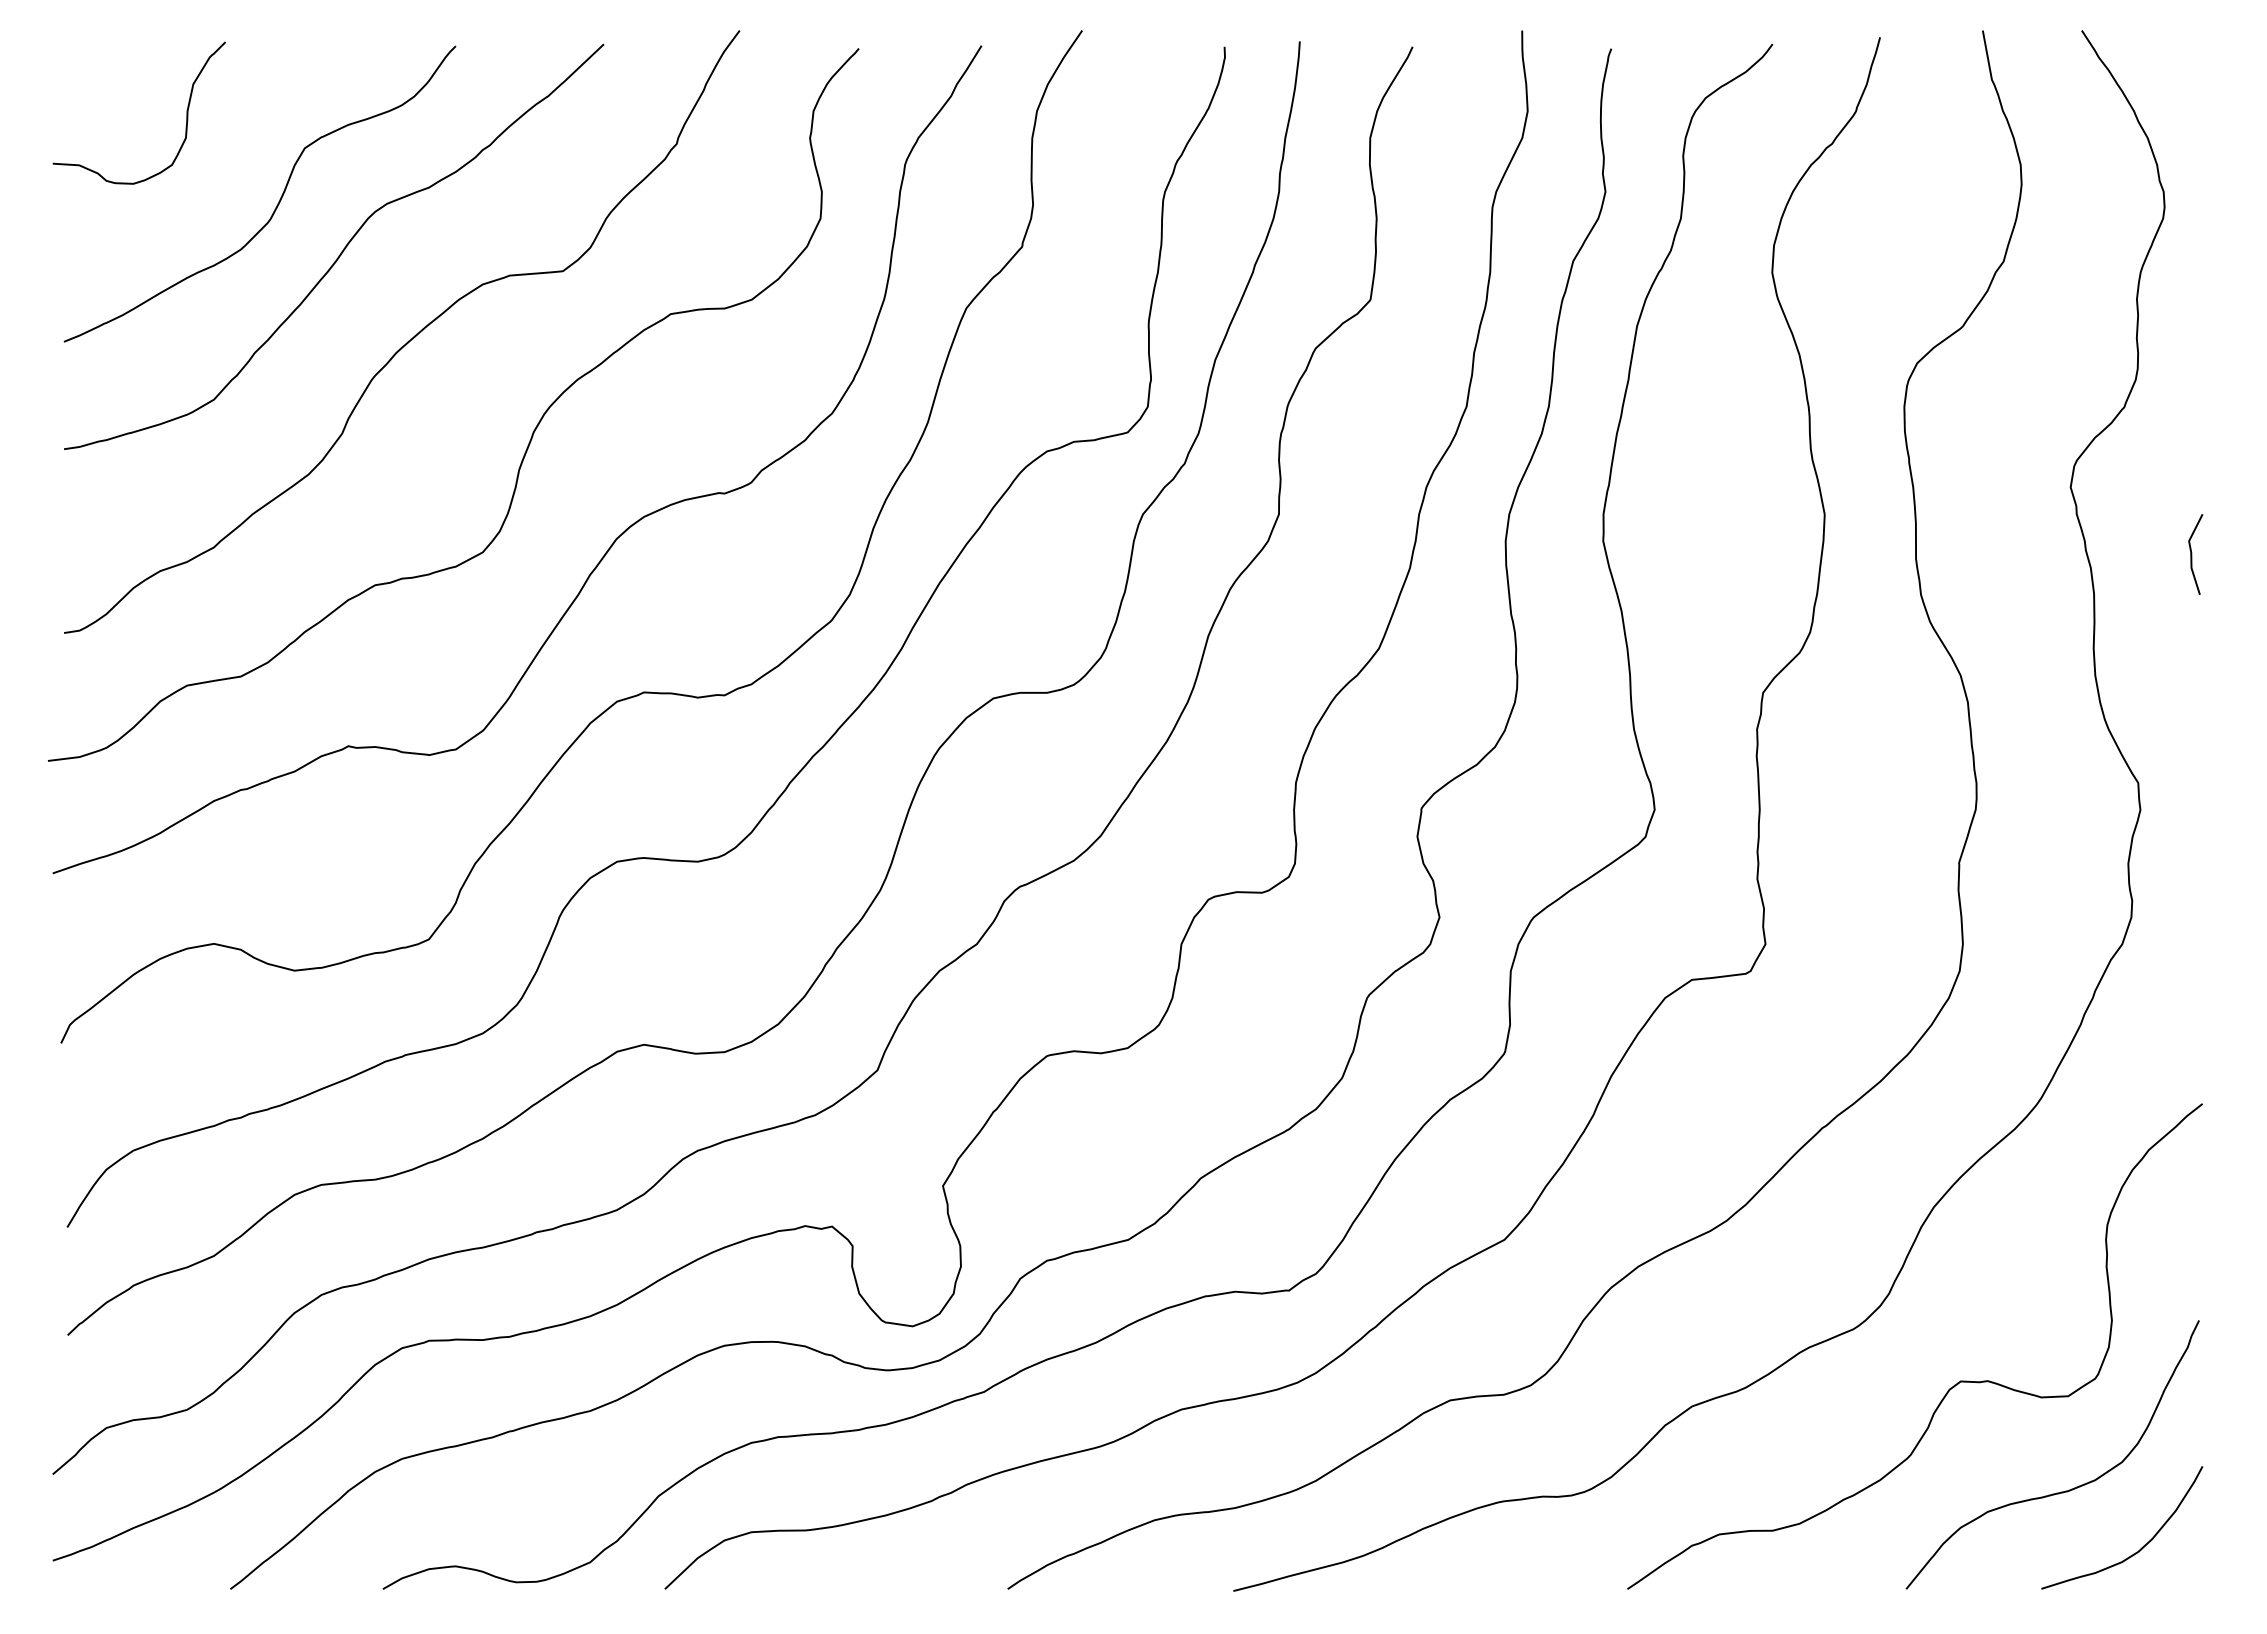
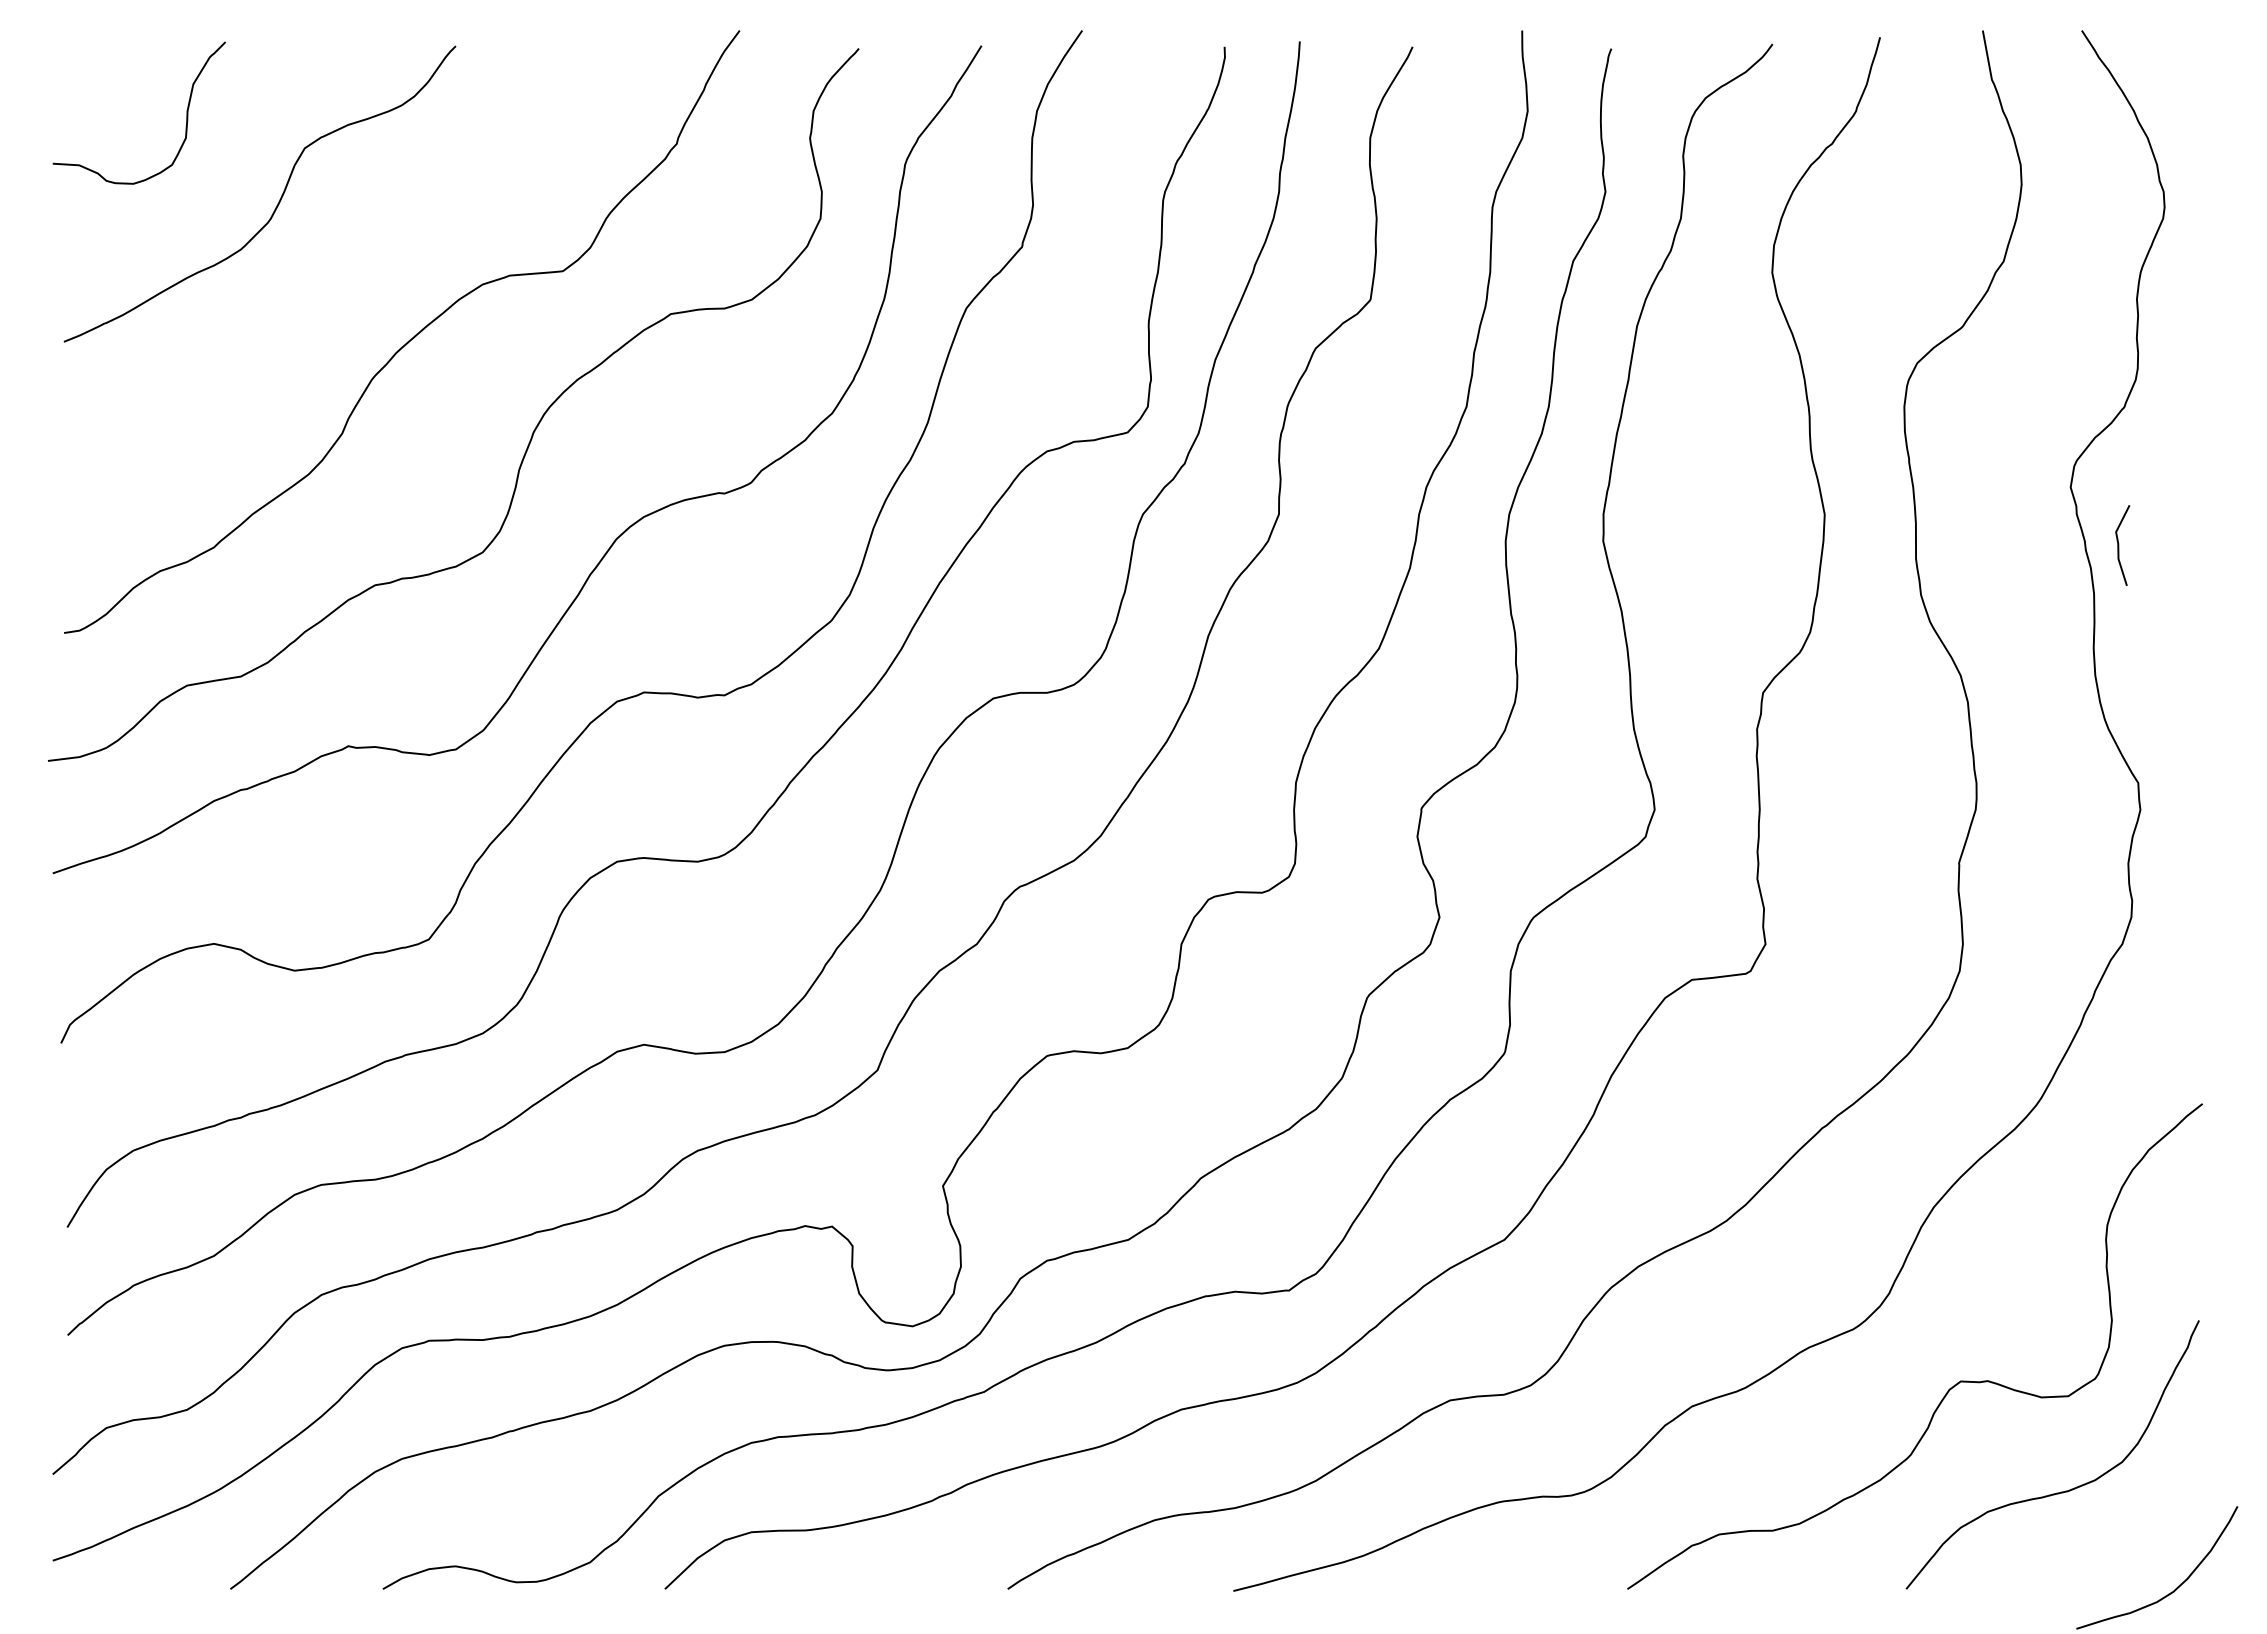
curve at (341, 251): present -> none
line at (2192, 554) position: (2192, 554) -> (2119, 545)
curve at (2142, 1546) position: (2142, 1546) -> (2177, 1586)
